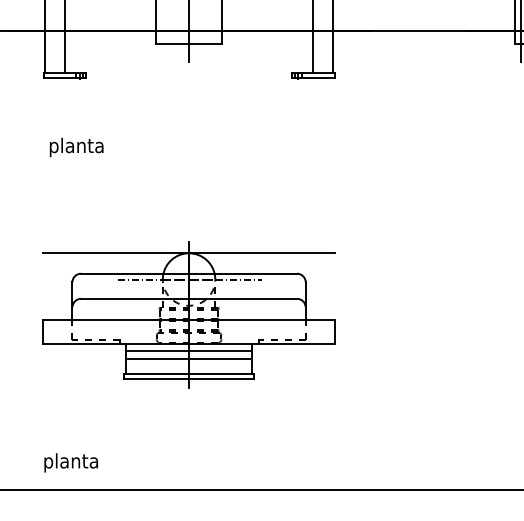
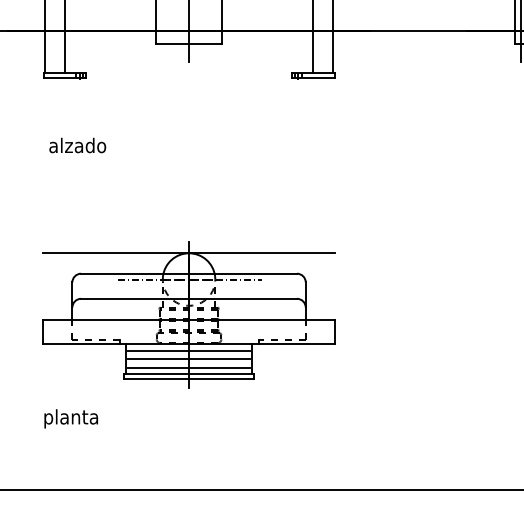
text at (77, 147): planta -> alzado
line at (188, 368): none -> present
text at (70, 462) position: (70, 462) -> (70, 418)
